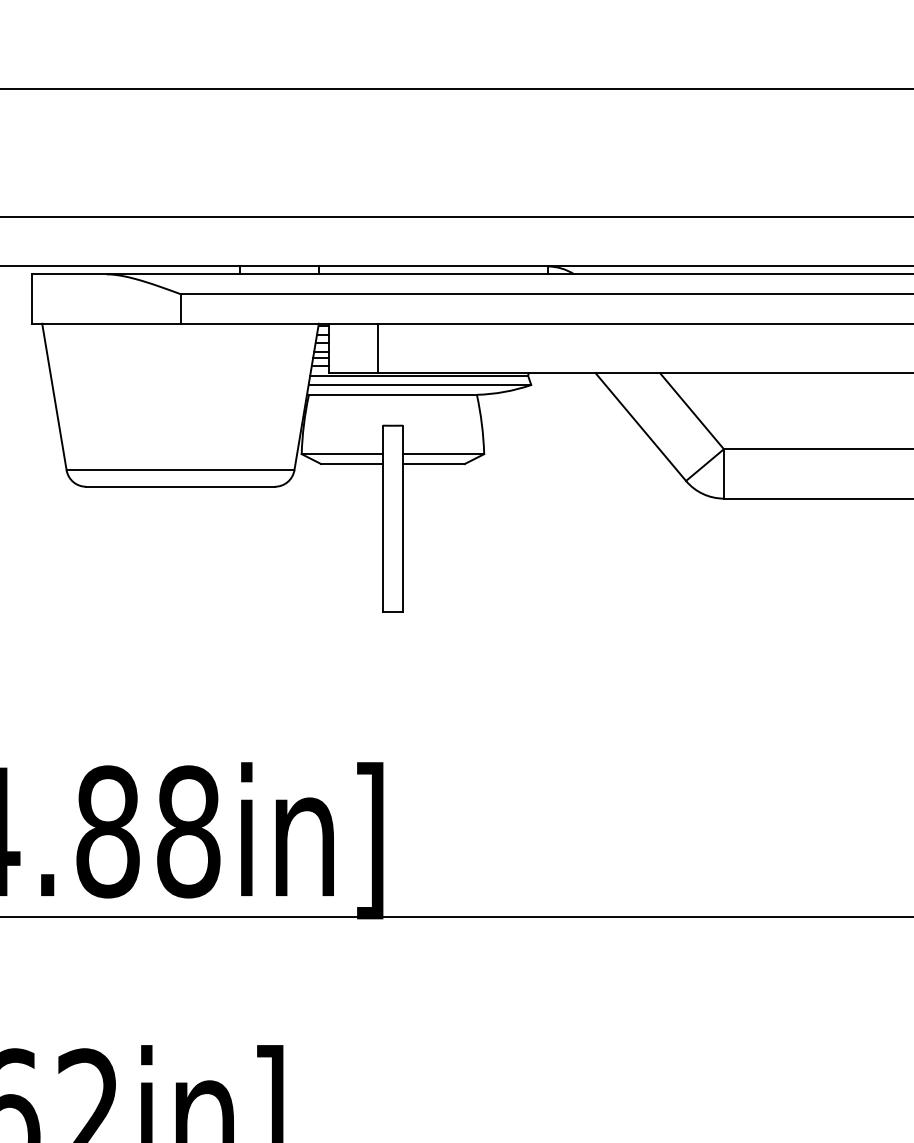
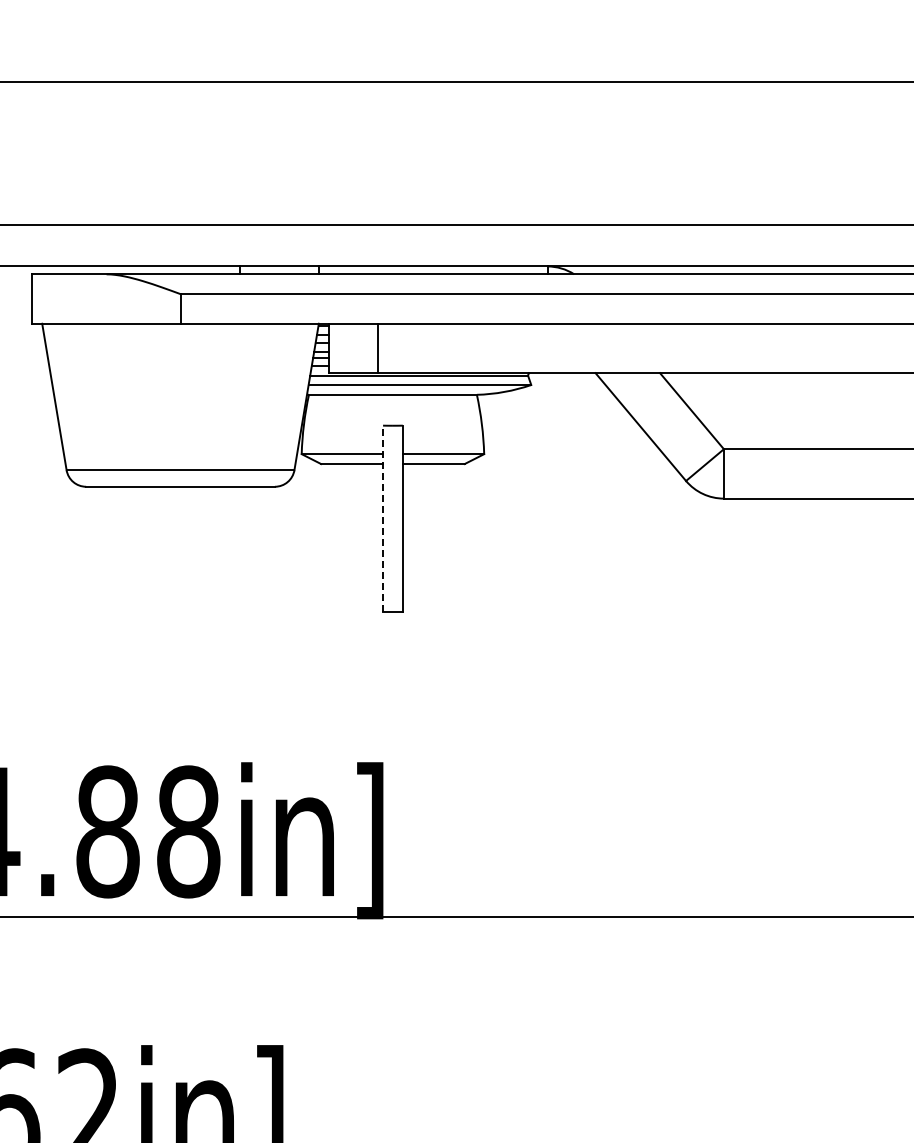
line at (456, 88) position: (456, 88) -> (456, 81)
line at (456, 217) position: (456, 217) -> (456, 225)
line at (383, 518): solid -> dashed
